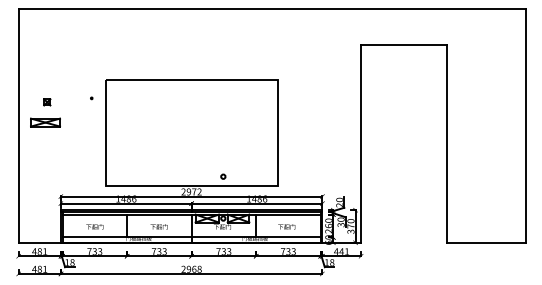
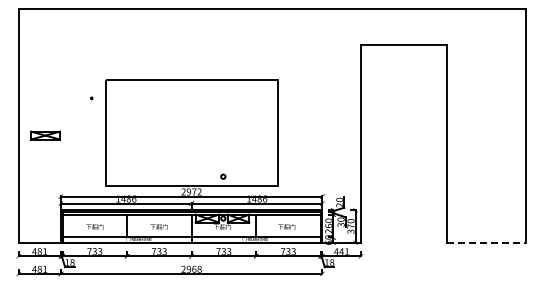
part at (47, 102): present -> none
part at (45, 122) position: (45, 122) -> (45, 135)
line at (486, 242): solid -> dashed
